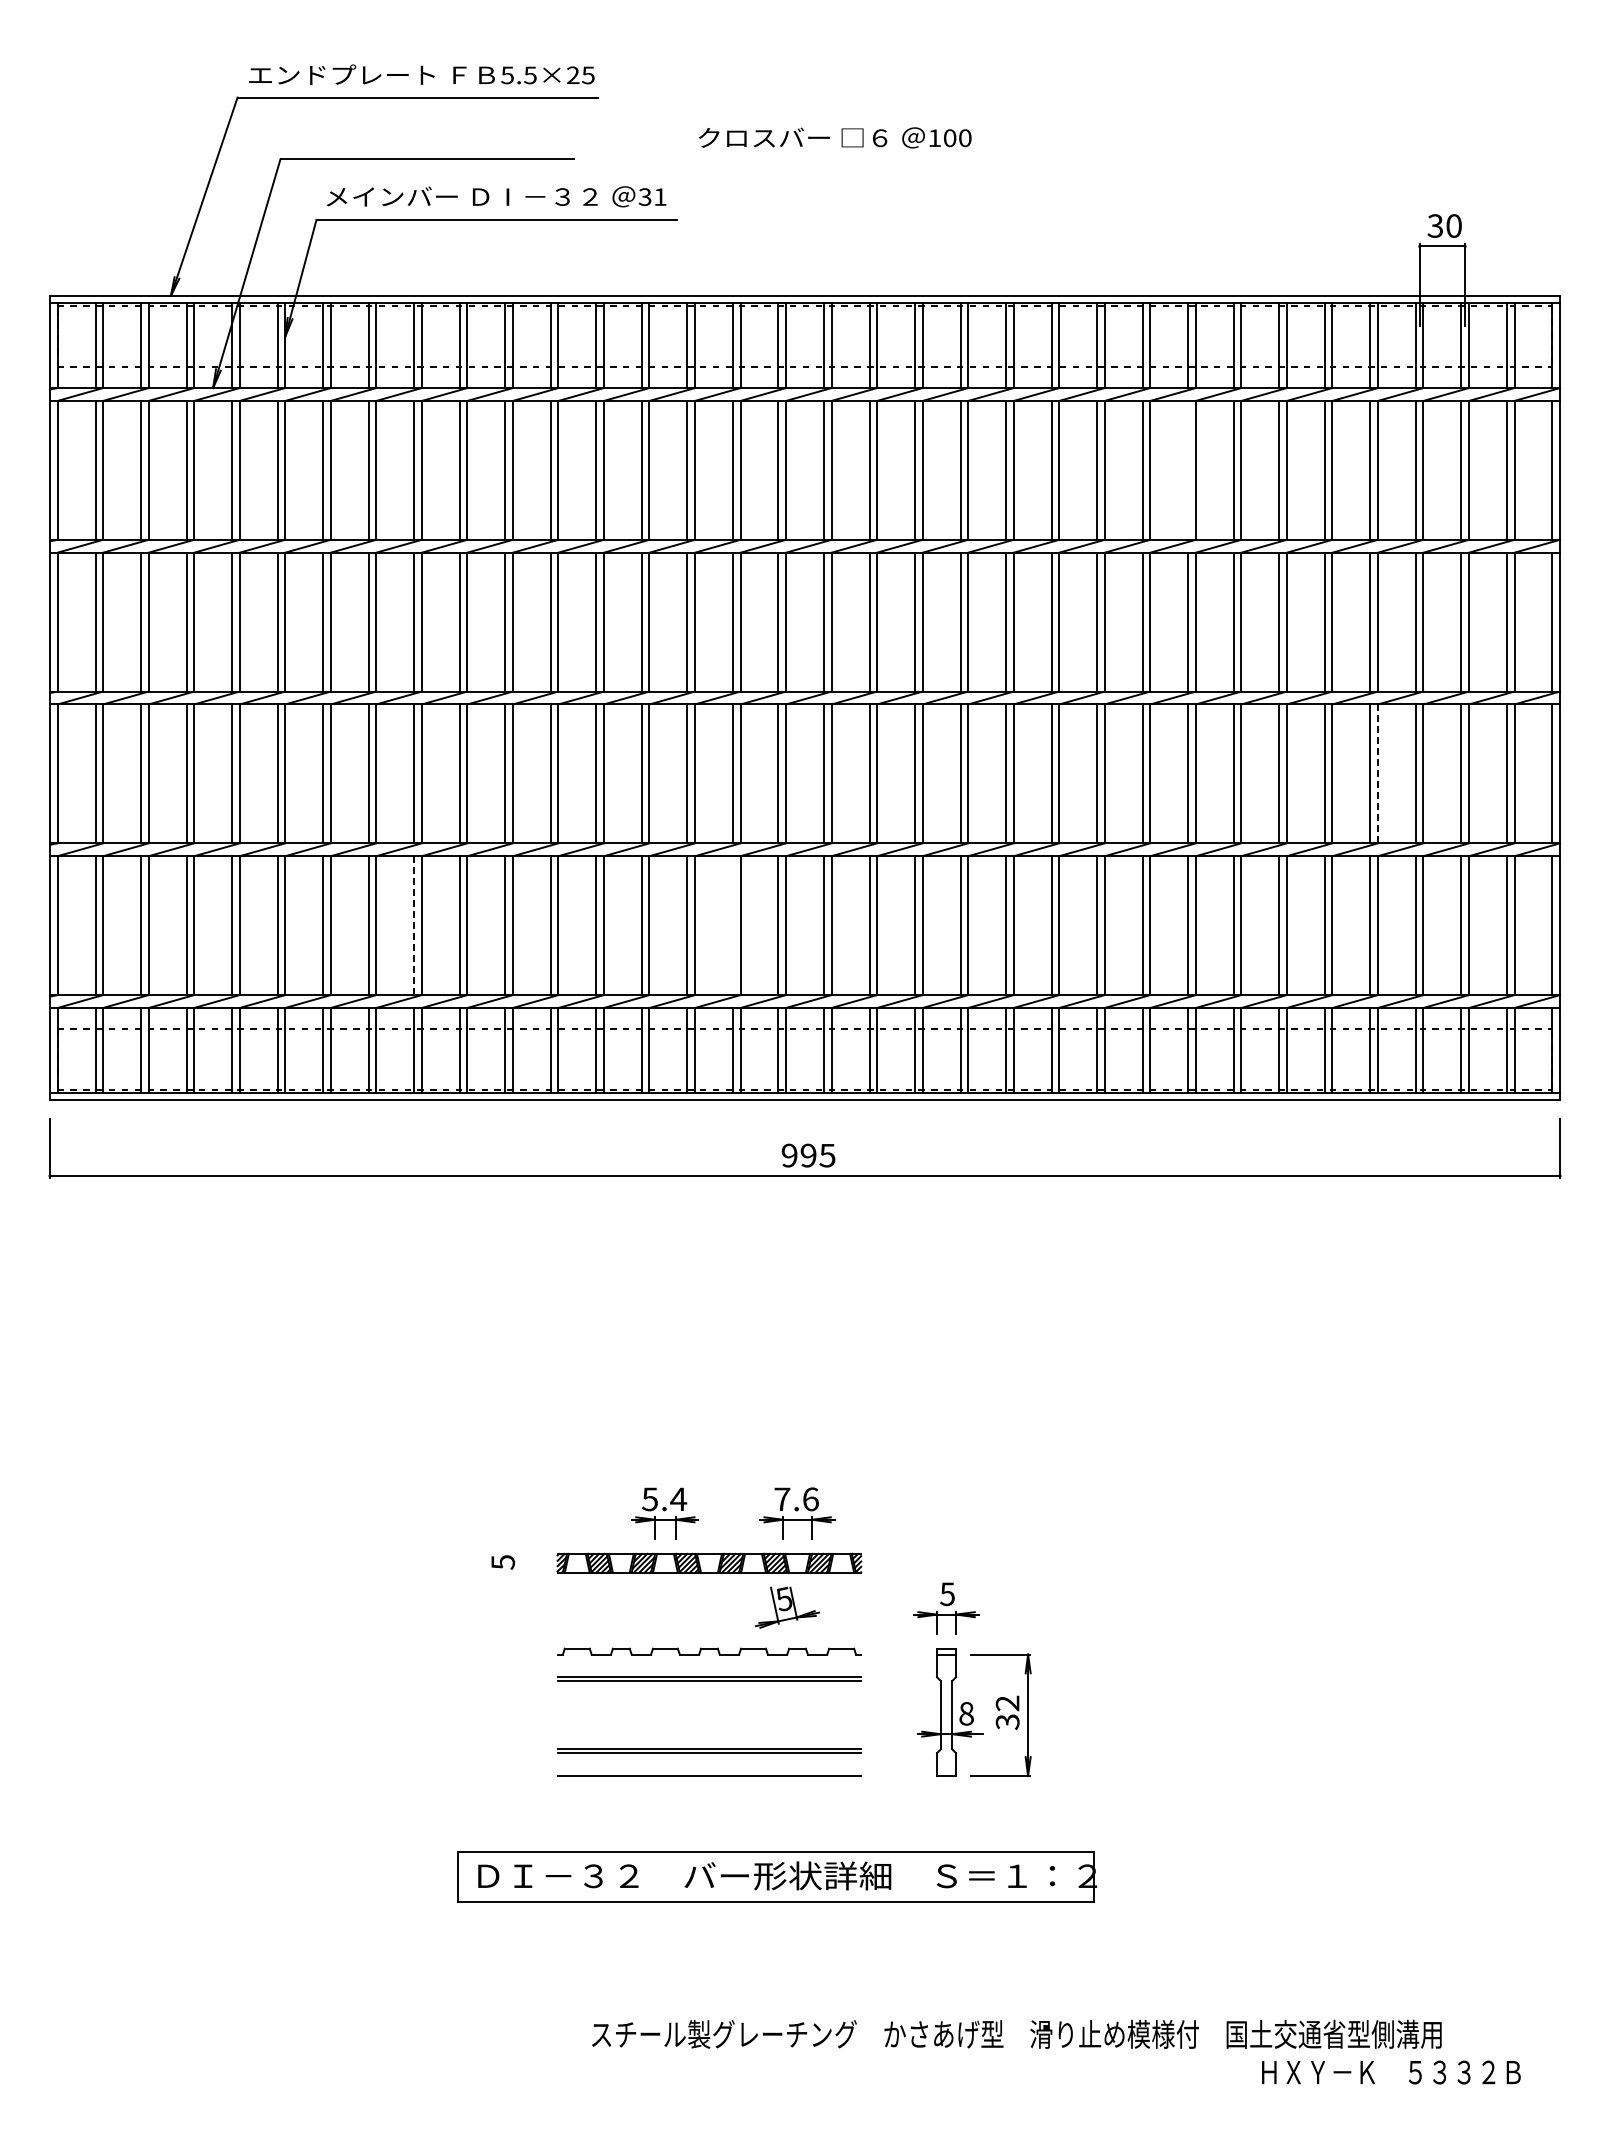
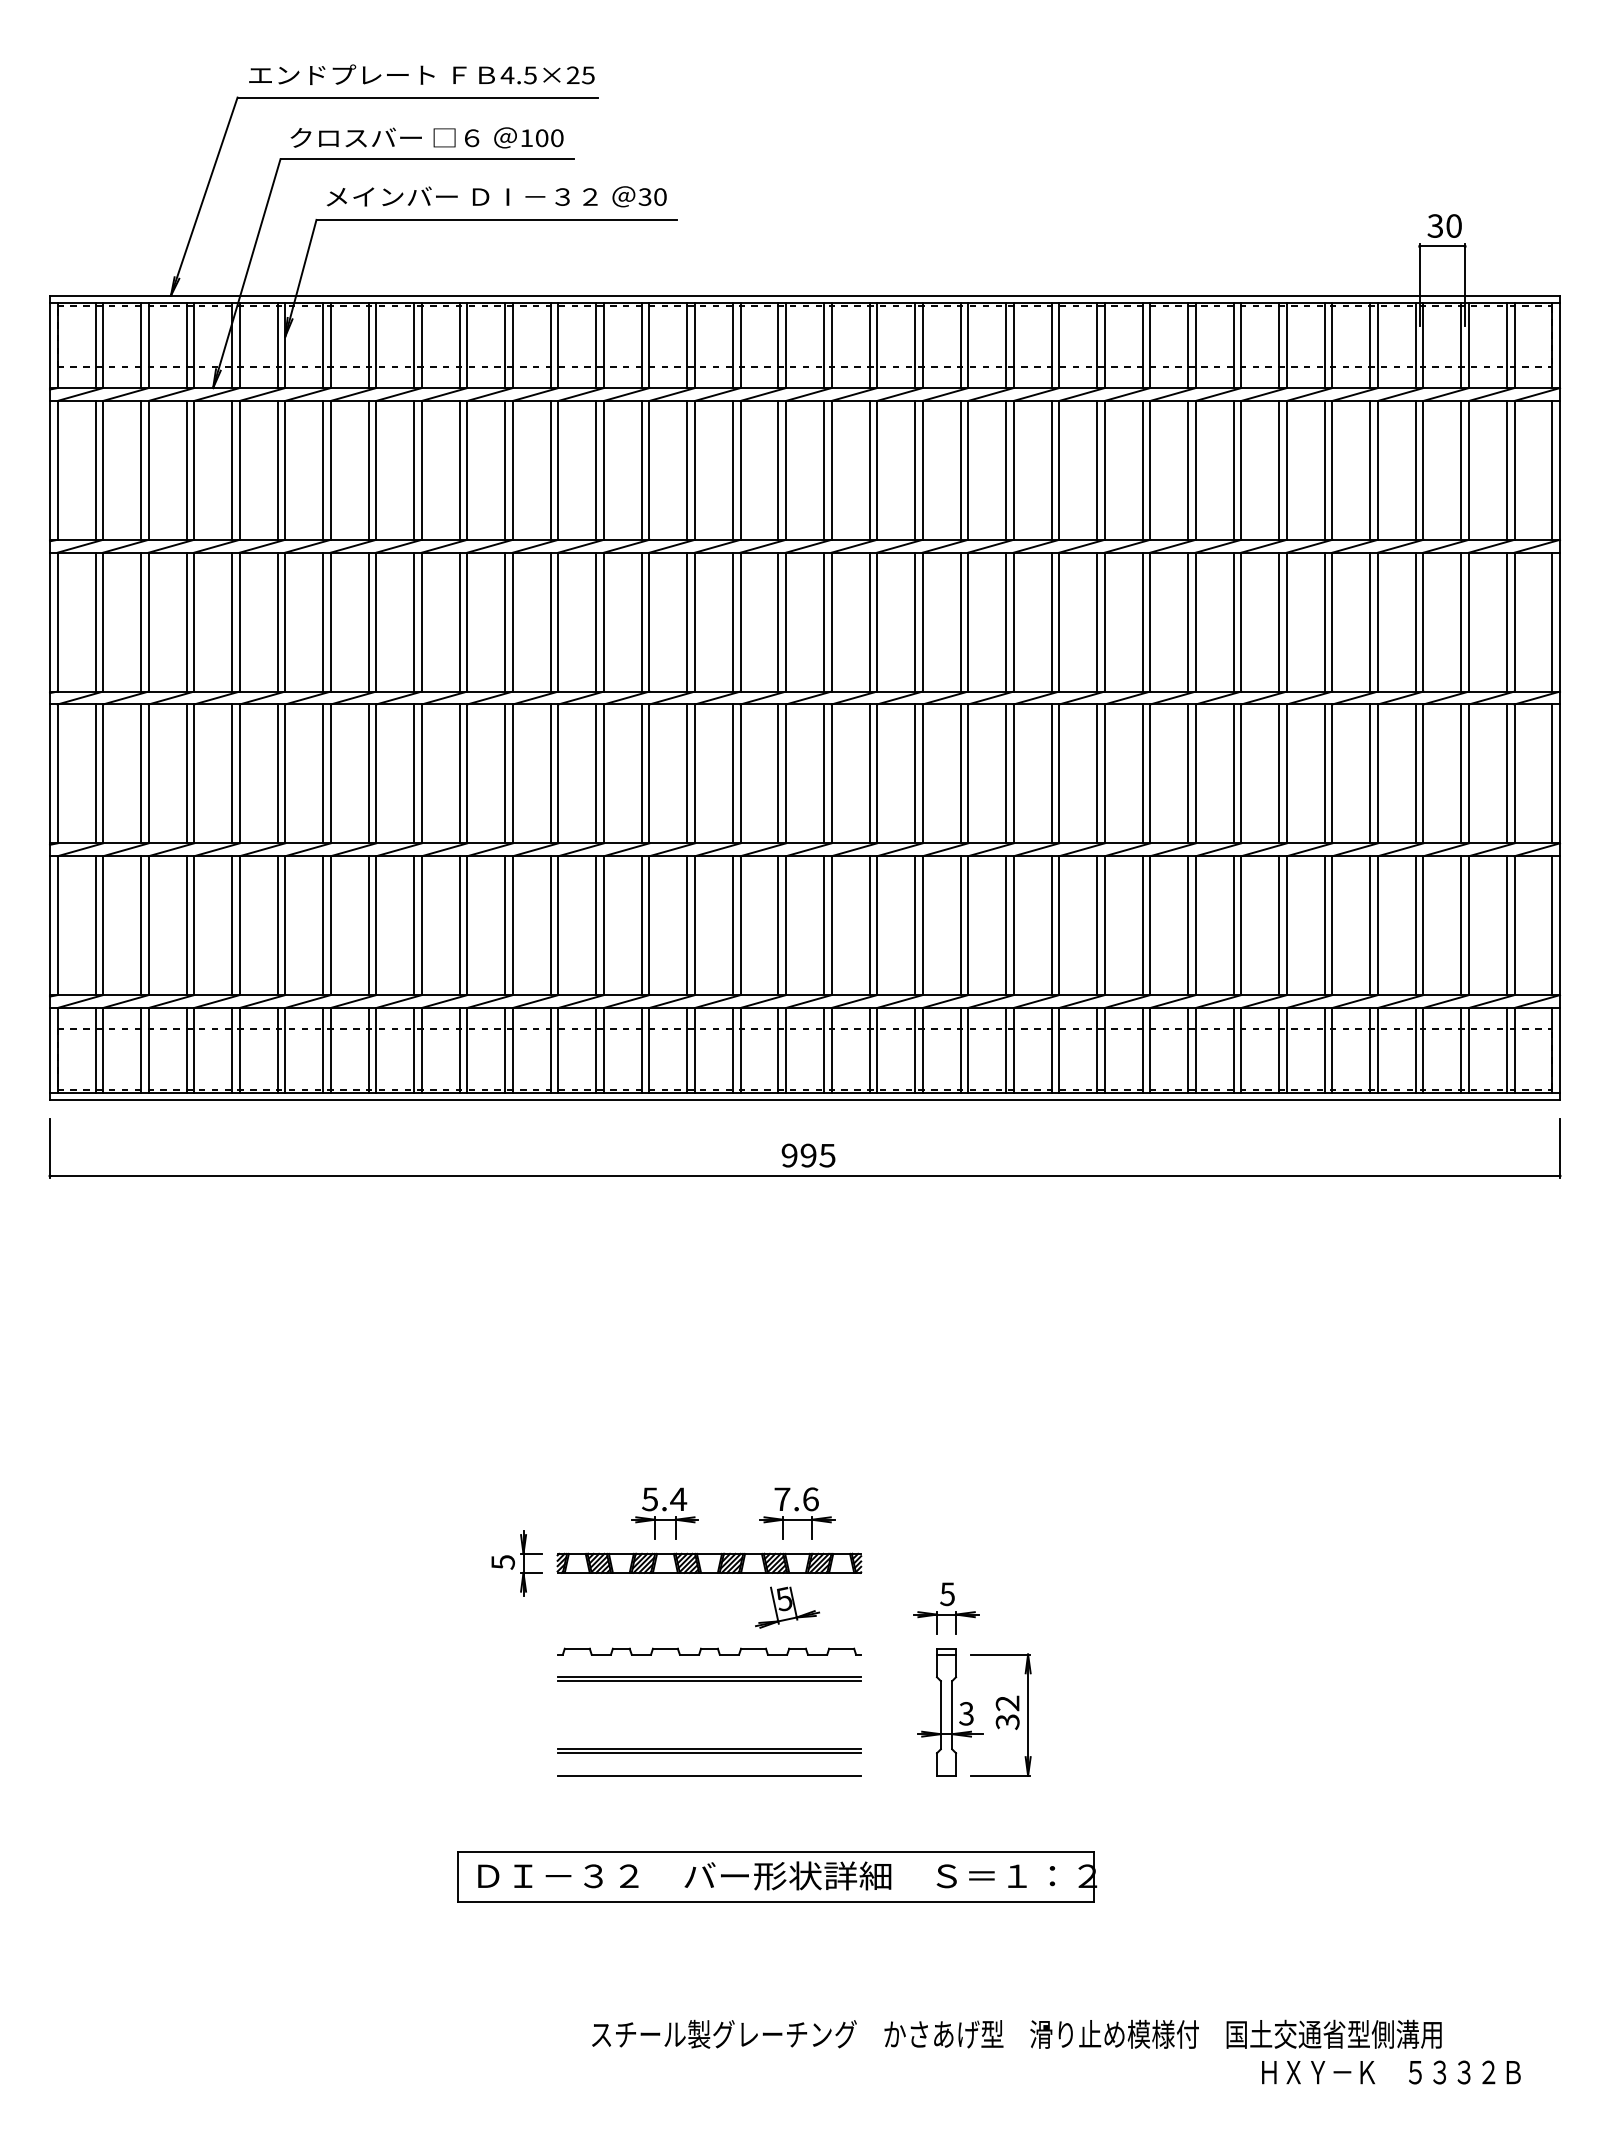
text at (507, 75): 5.5×25 -> 4.5×25
text at (834, 137) position: (834, 137) -> (426, 137)
text at (660, 196): 31 -> 30
line at (1188, 469): none -> present
line at (1377, 774): dashed -> solid
line at (732, 925): none -> present
line at (414, 926): dashed -> solid
part at (524, 1563): none -> present
text at (966, 1713): 8 -> 3
